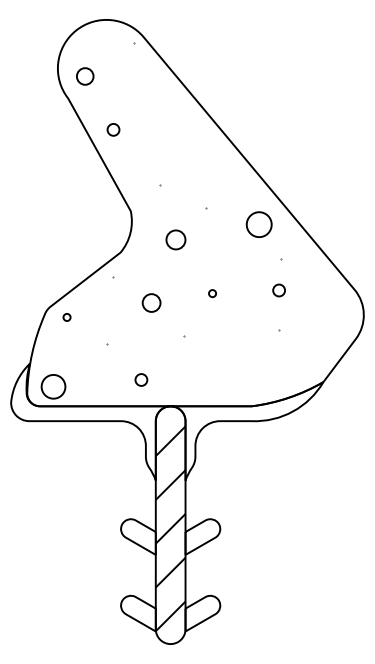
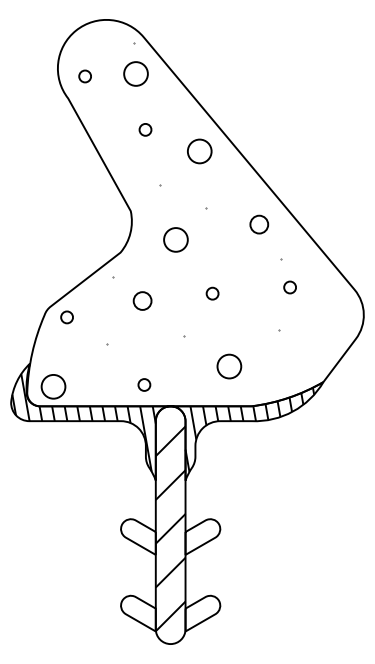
circle at (135, 73): none -> present
circle at (85, 76) size: 19x19 px -> 14x15 px
circle at (113, 129) position: (113, 129) -> (145, 129)
circle at (199, 151): none -> present
circle at (258, 224) size: 28x27 px -> 21x21 px
circle at (175, 239) size: 22x22 px -> 26x26 px
circle at (278, 290) position: (278, 290) -> (289, 287)
circle at (212, 293) size: 9x10 px -> 15x15 px
circle at (151, 302) position: (151, 302) -> (142, 300)
circle at (66, 317) size: 10x9 px -> 14x15 px
circle at (229, 366): none -> present
circle at (141, 379) position: (141, 379) -> (144, 384)
hatch at (88, 422): none -> present
hatch at (245, 429): none -> present
